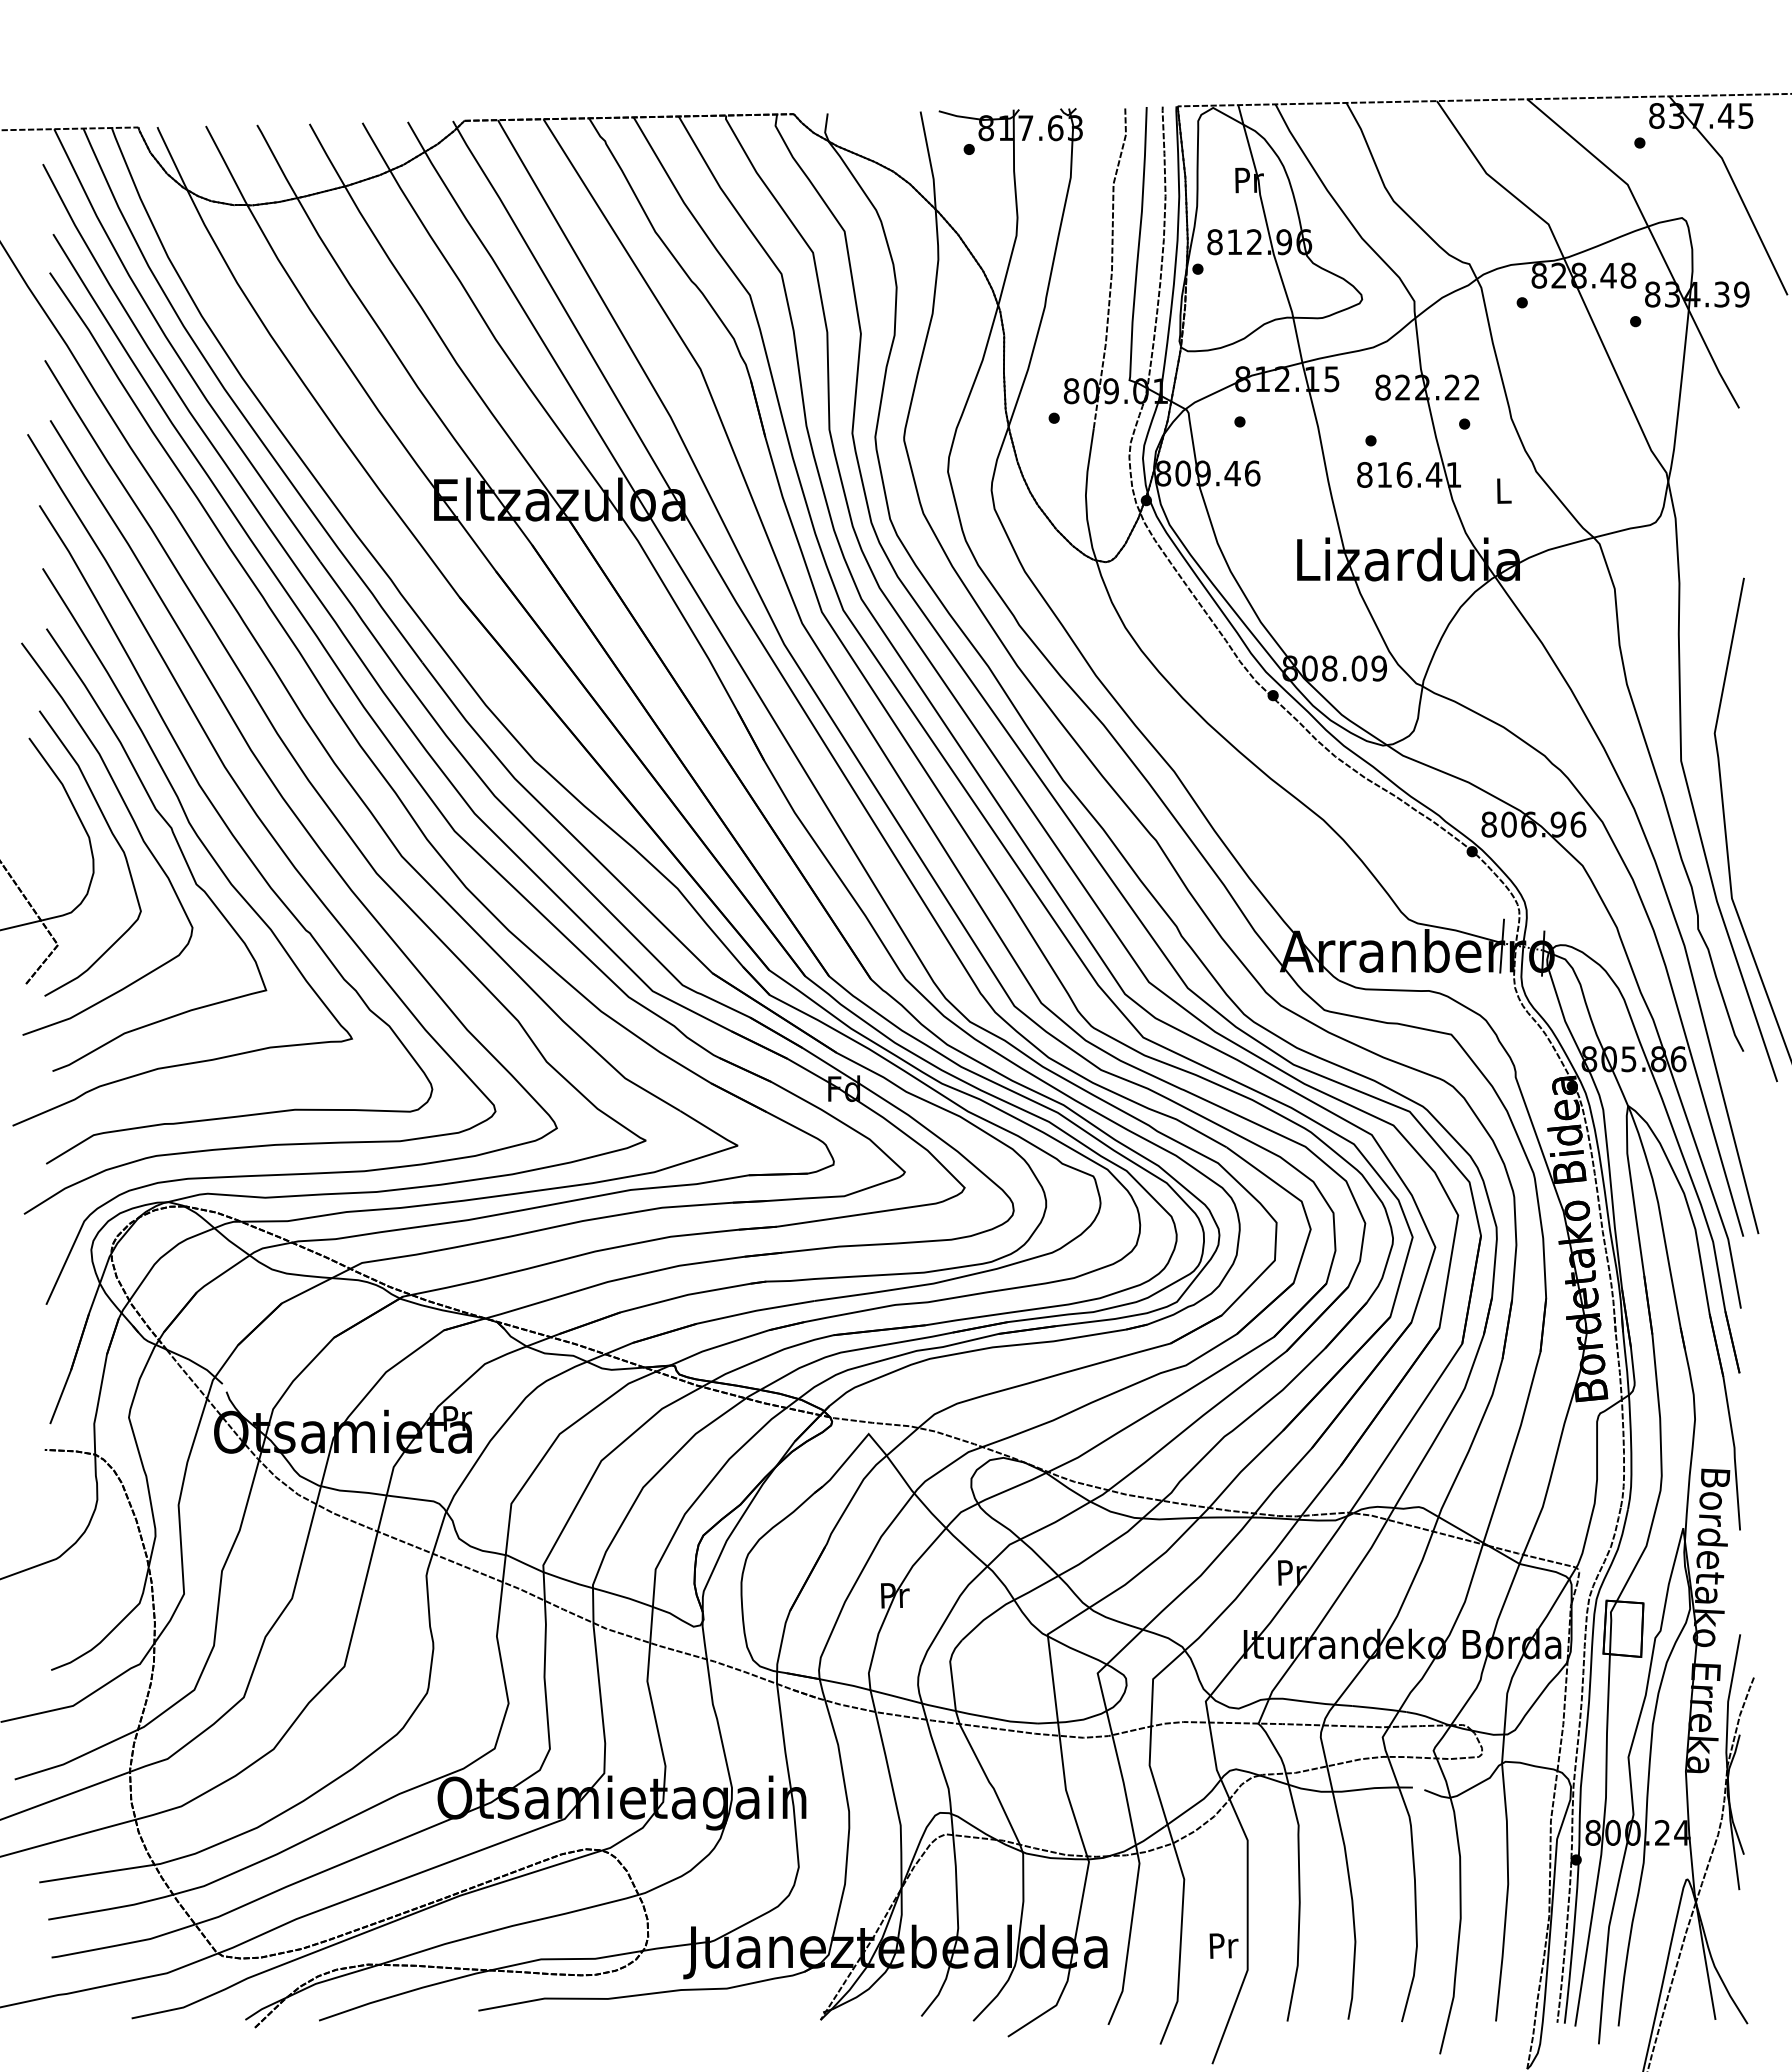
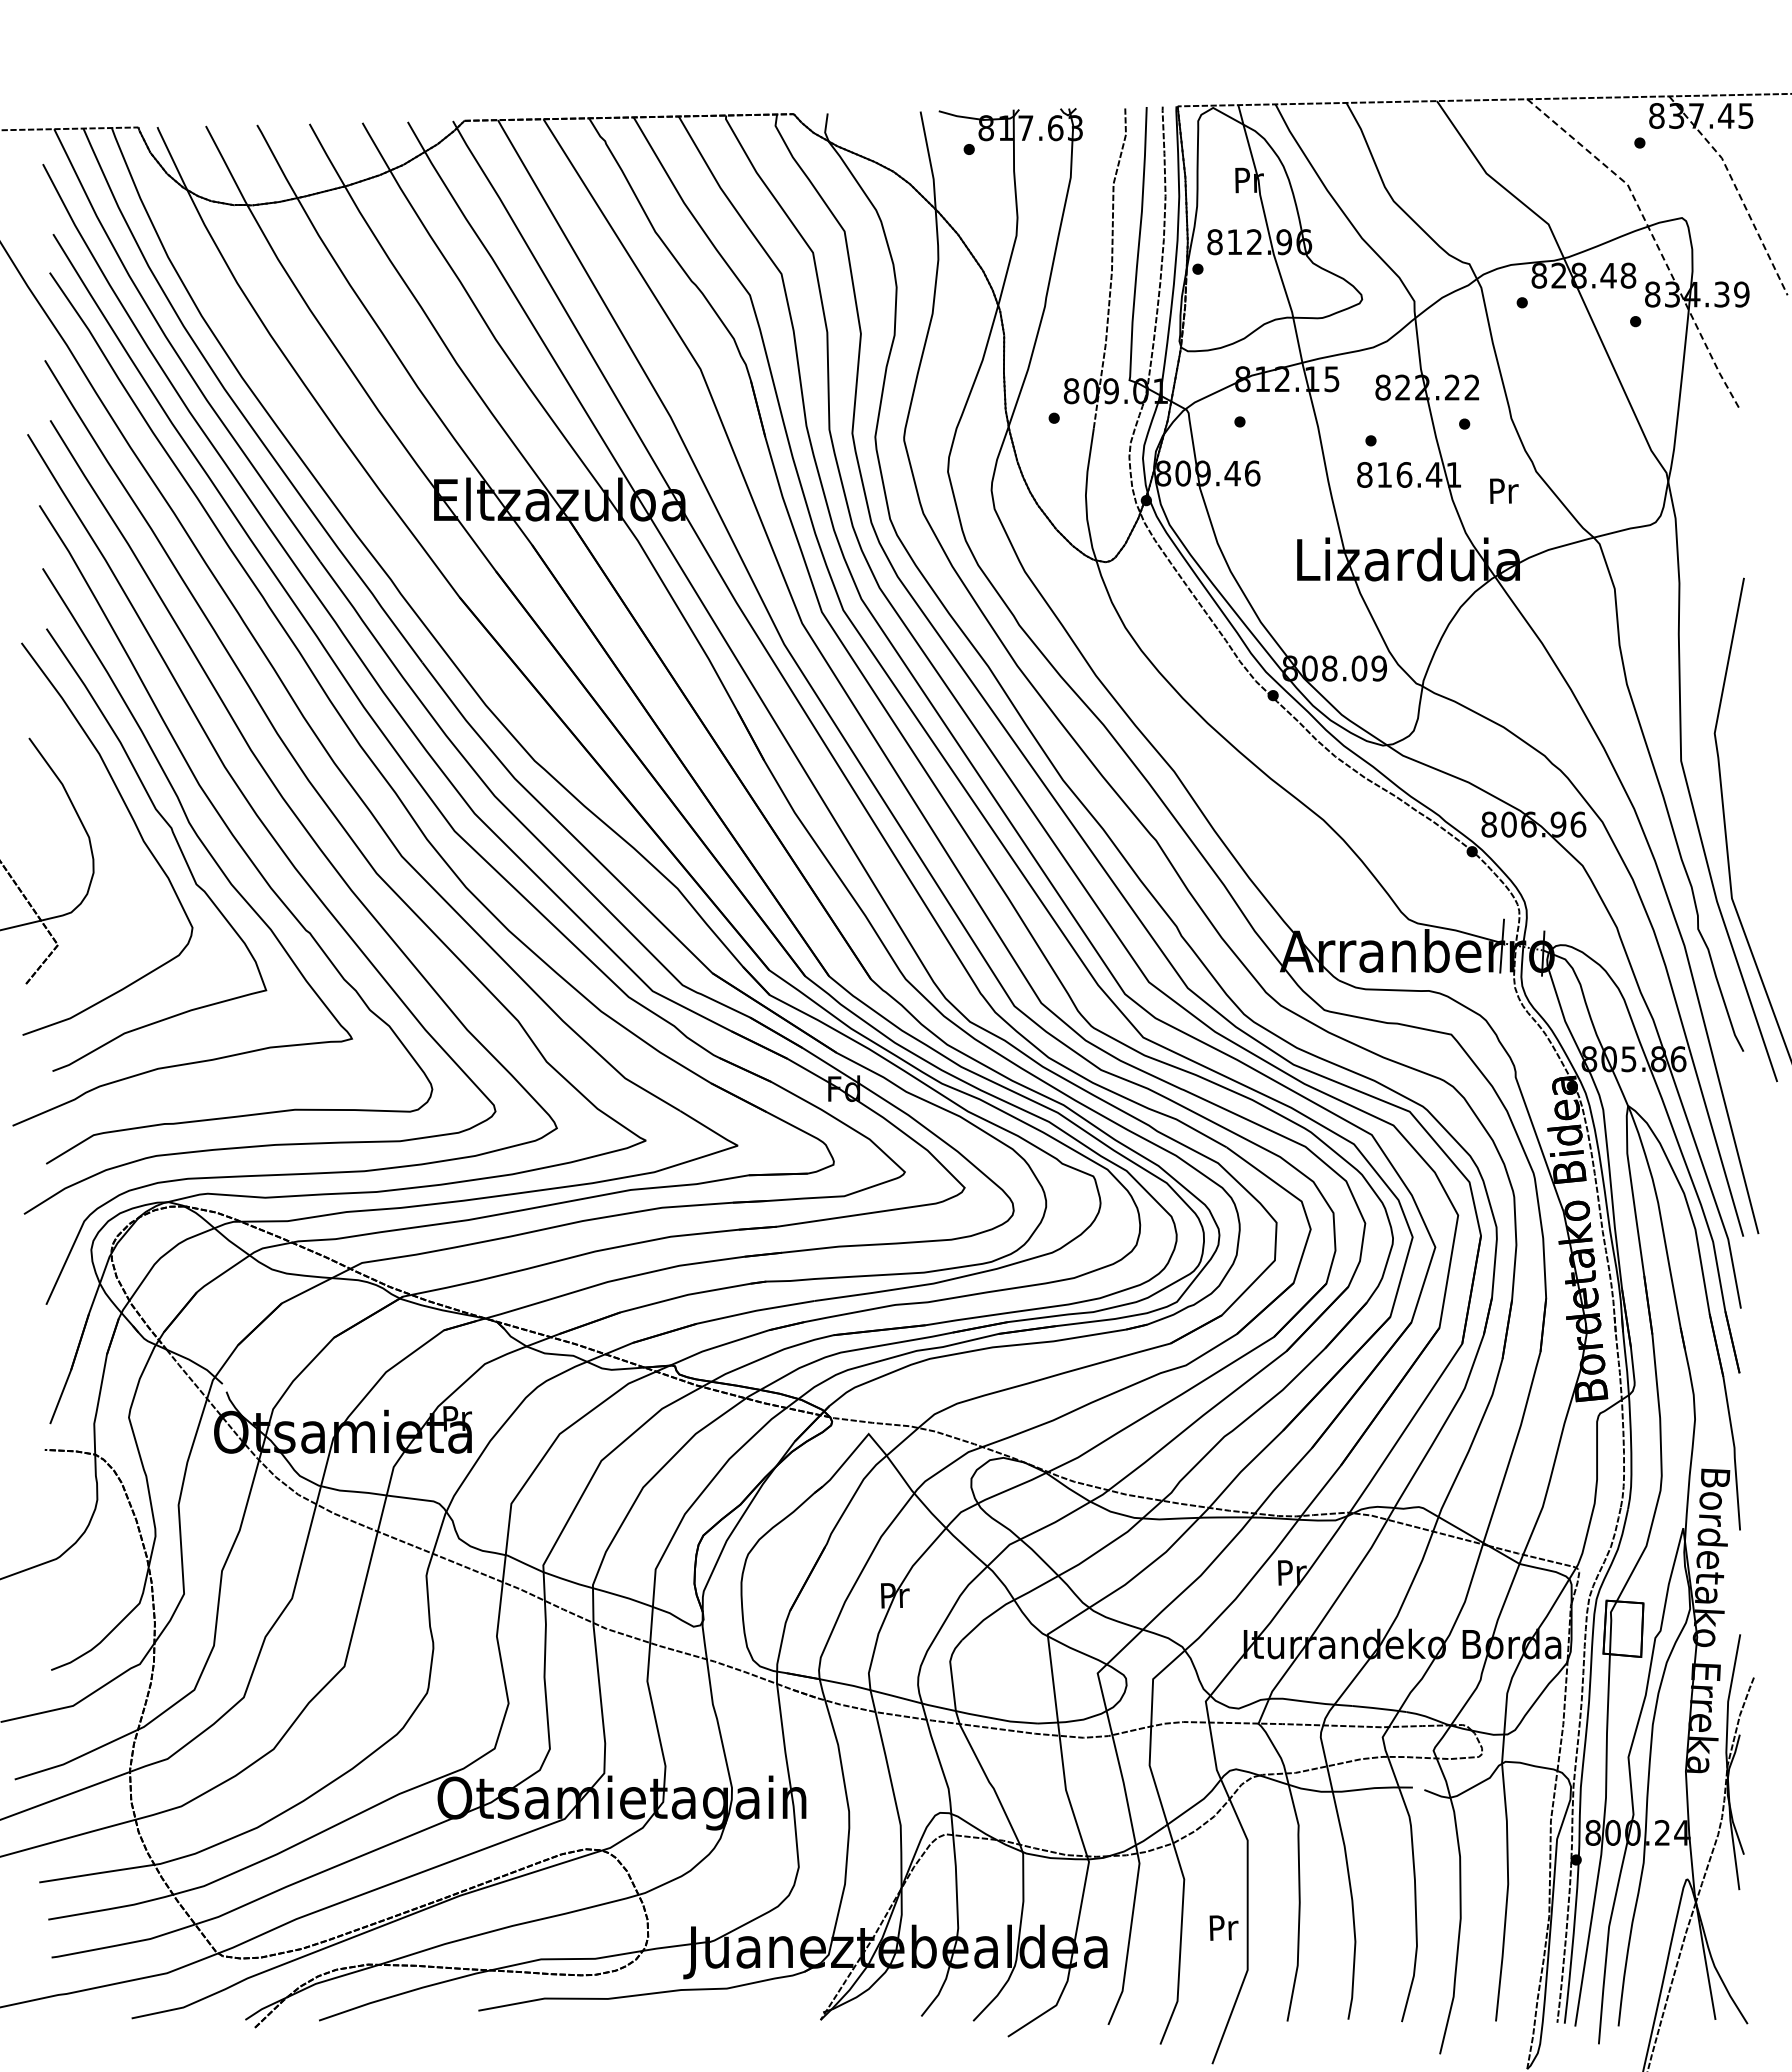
line at (1736, 189): solid -> dashed
line at (1653, 238): solid -> dashed
text at (1504, 490): L -> Pr
curve at (113, 837): present -> none
text at (1223, 1945) position: (1223, 1945) -> (1223, 1927)
